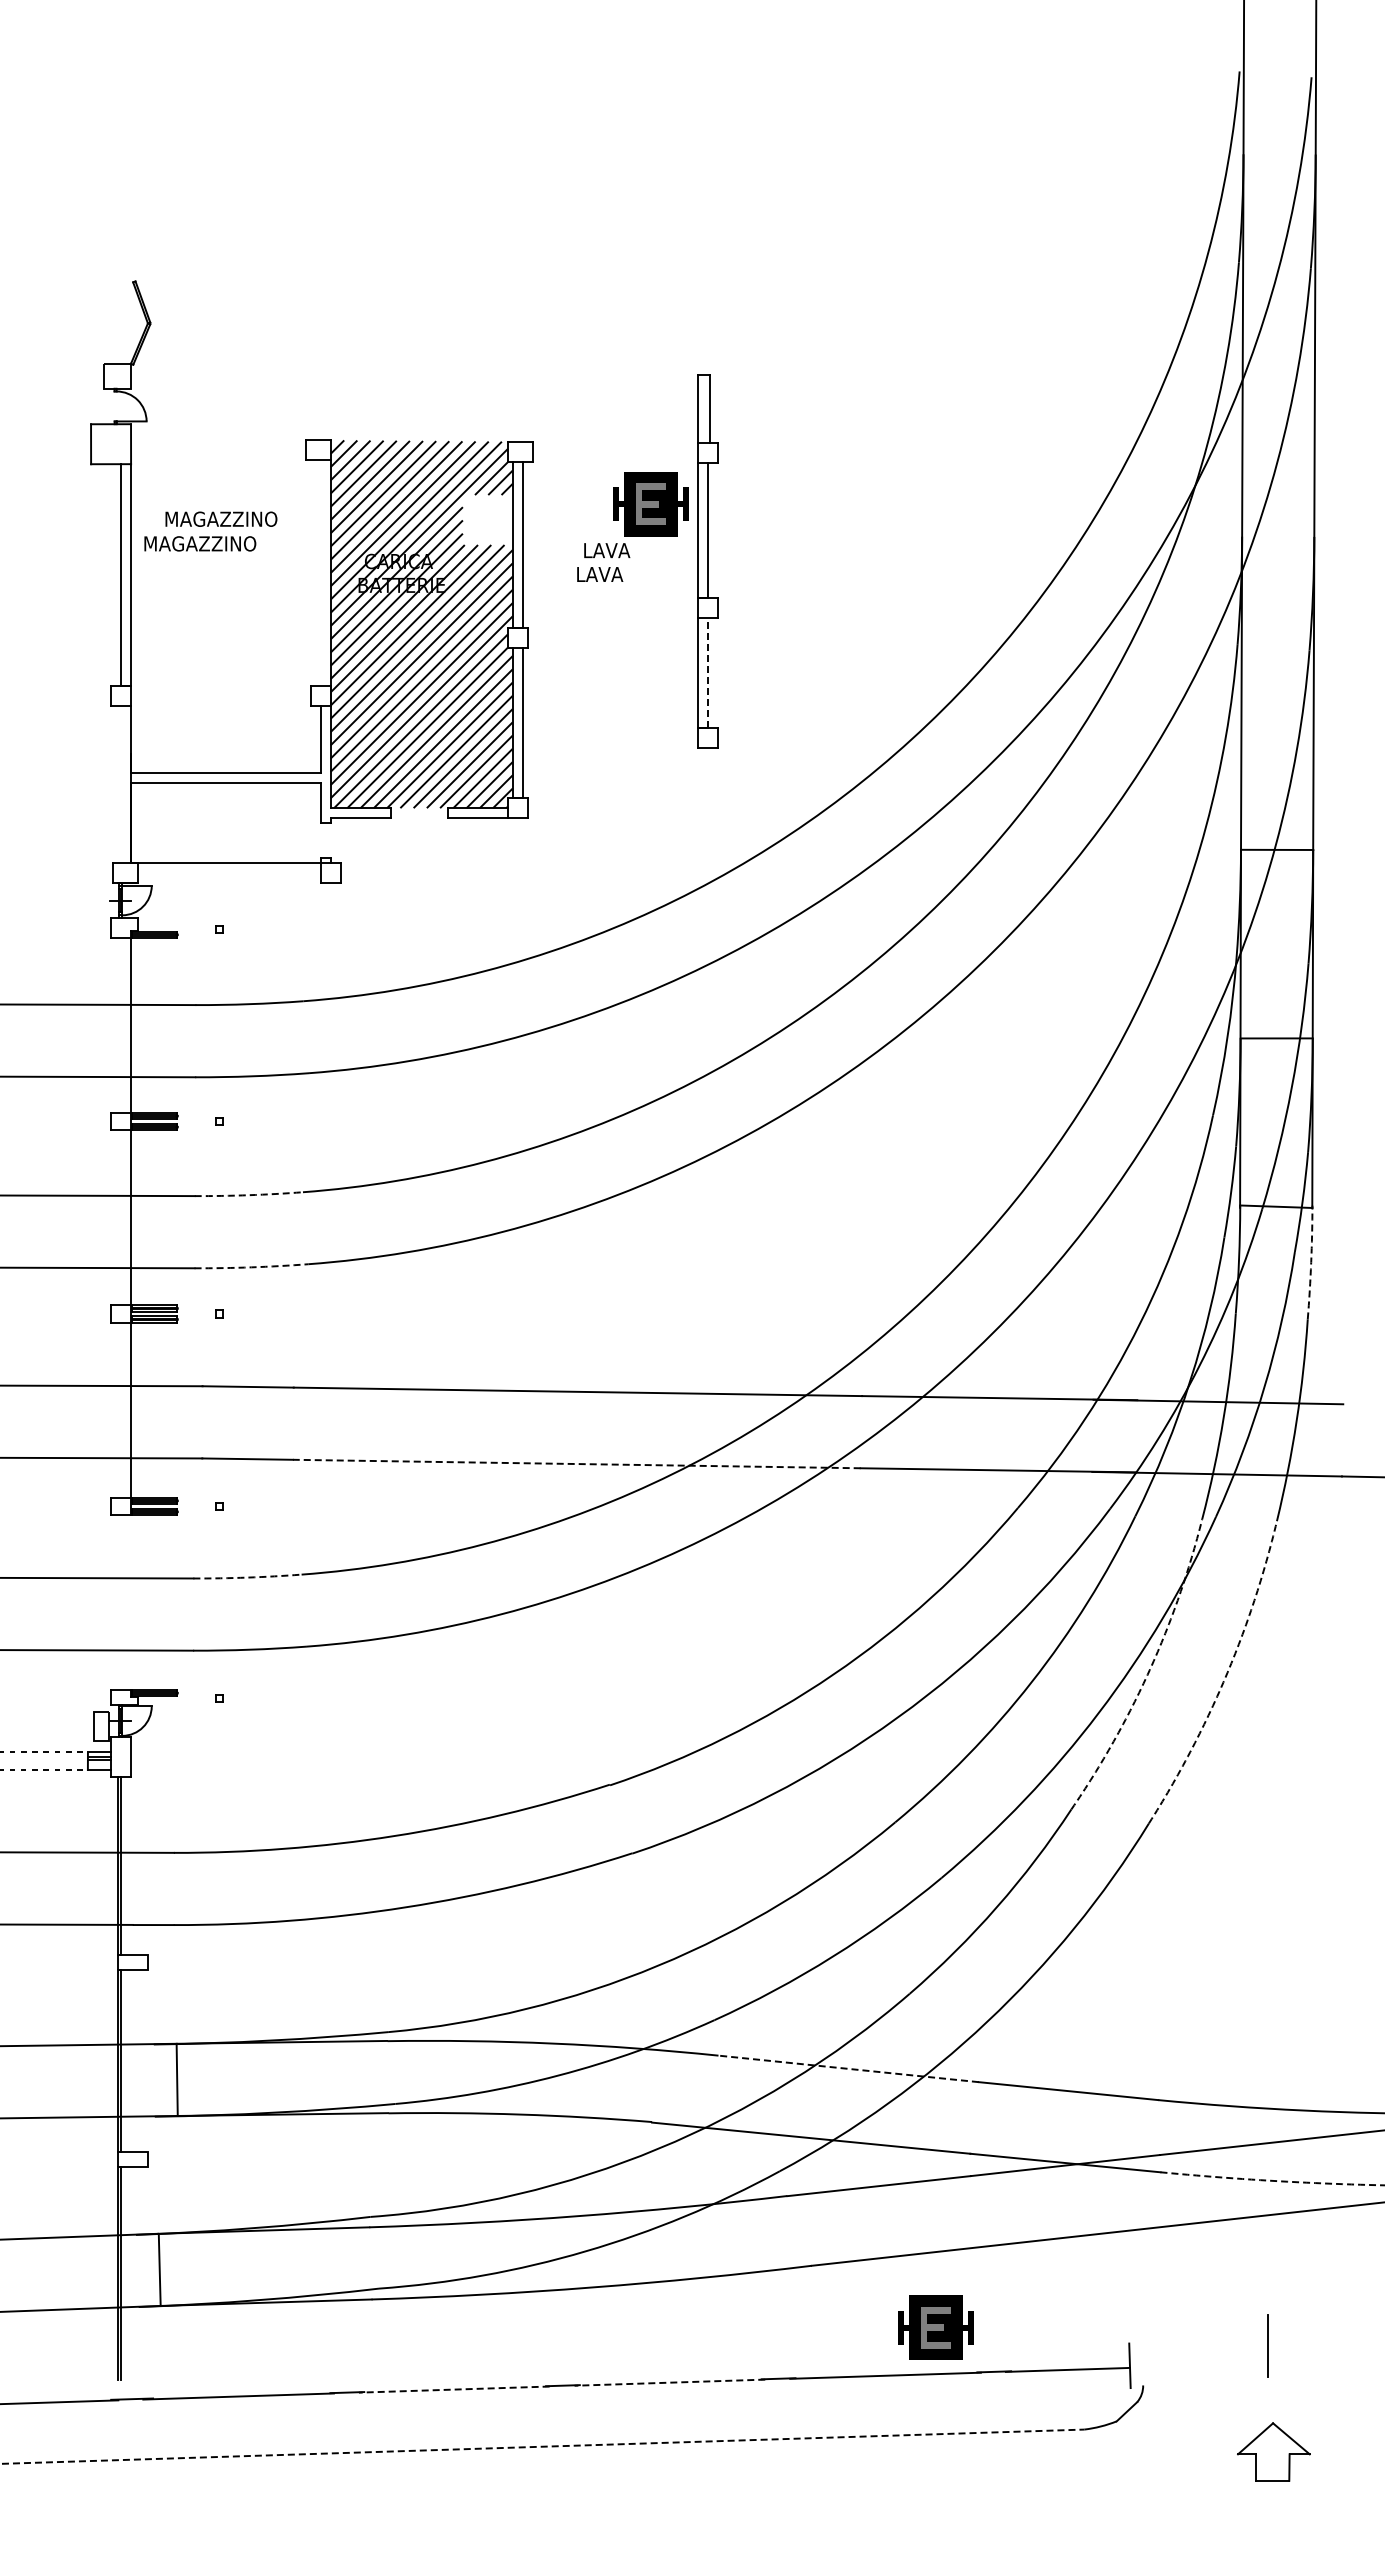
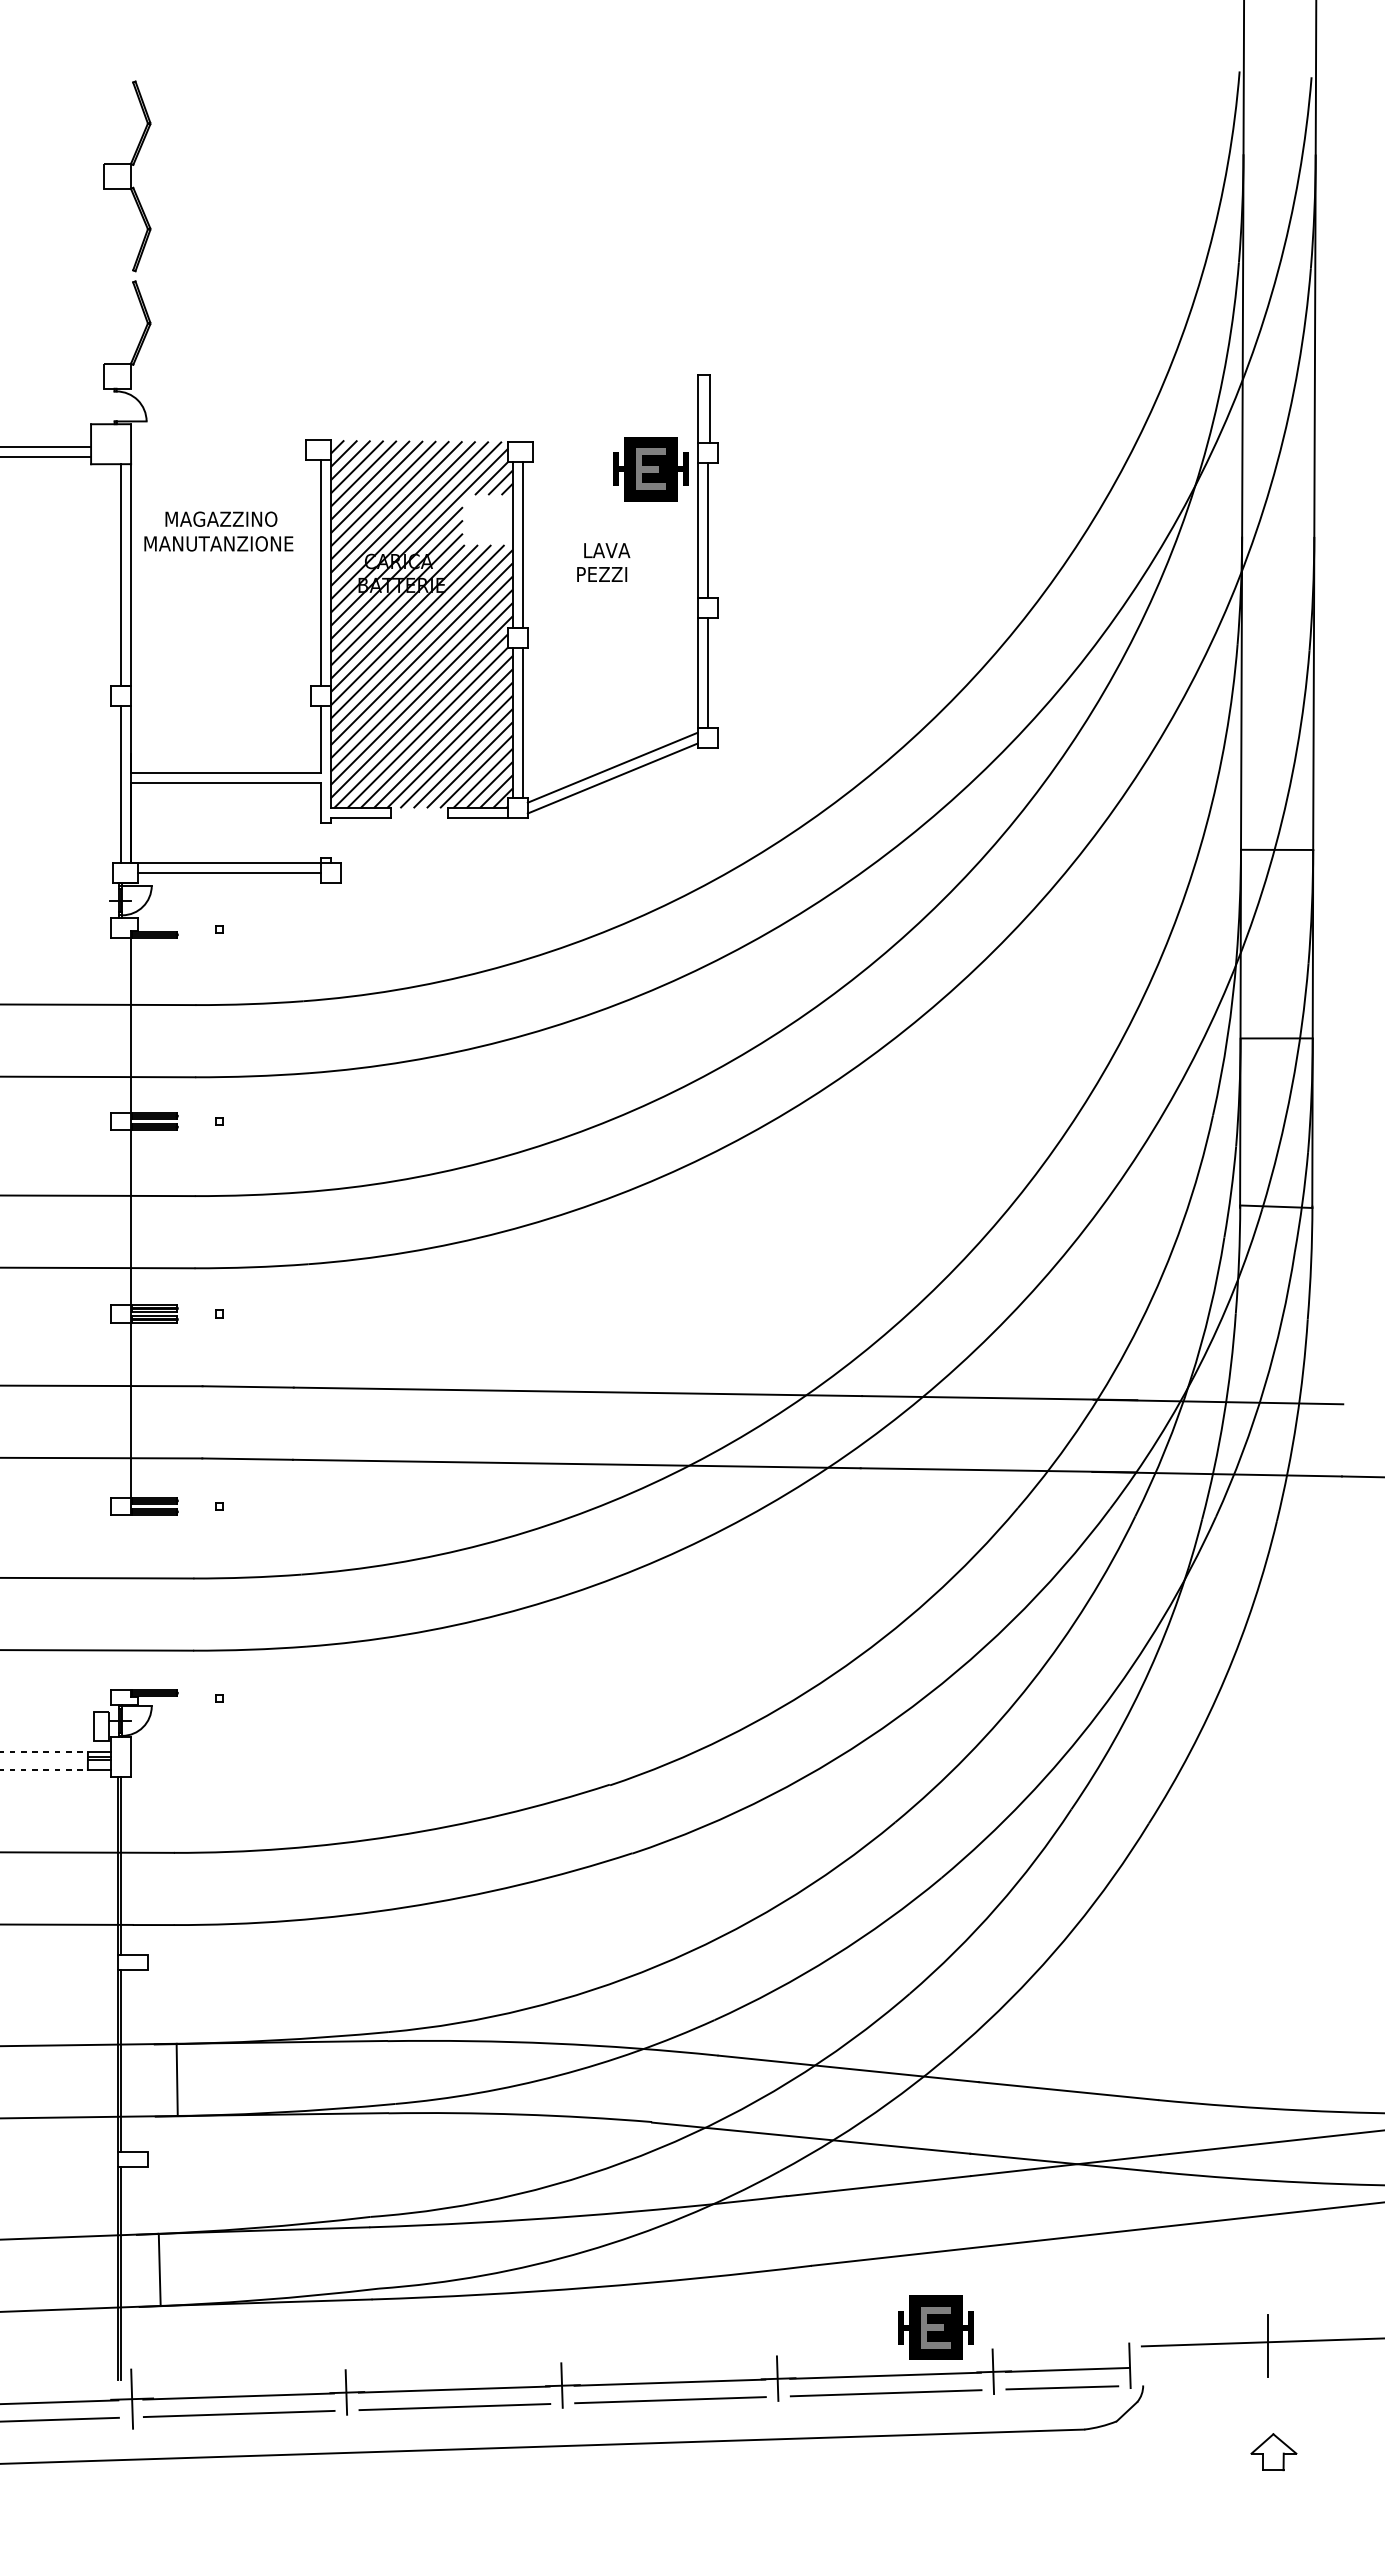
part at (127, 176): none -> present
line at (46, 447): none -> present
line at (46, 457): none -> present
part at (650, 504) position: (650, 504) -> (650, 469)
text at (232, 543): MAGAZZINO -> MANUTANZIONE
line at (320, 572): none -> present
text at (603, 574): LAVA -> PEZZI
line at (707, 673): dashed -> solid
line at (612, 767): none -> present
line at (612, 778): none -> present
line at (120, 784): none -> present
line at (229, 873): none -> present
arc at (248, 1195): dashed -> solid
arc at (1311, 1262): dashed -> solid
arc at (251, 1267): dashed -> solid
line at (576, 1464): dashed -> solid
arc at (247, 1577): dashed -> solid
arc at (1149, 1670): dashed -> solid
arc at (1225, 1677): dashed -> solid
line at (848, 2068): dashed -> solid
arc at (1272, 2180): dashed -> solid
line at (1261, 2342): none -> present
line at (993, 2371): none -> present
line at (777, 2378): none -> present
line at (669, 2382): dashed -> solid
line at (561, 2385): none -> present
line at (1062, 2387): none -> present
line at (453, 2389): dashed -> solid
line at (346, 2392): none -> present
line at (885, 2393): none -> present
line at (132, 2398): none -> present
line at (670, 2400): none -> present
line at (454, 2407): none -> present
line at (238, 2413): none -> present
line at (60, 2419): none -> present
line at (542, 2446): dashed -> solid
part at (1273, 2451) size: 74x60 px -> 48x39 px
